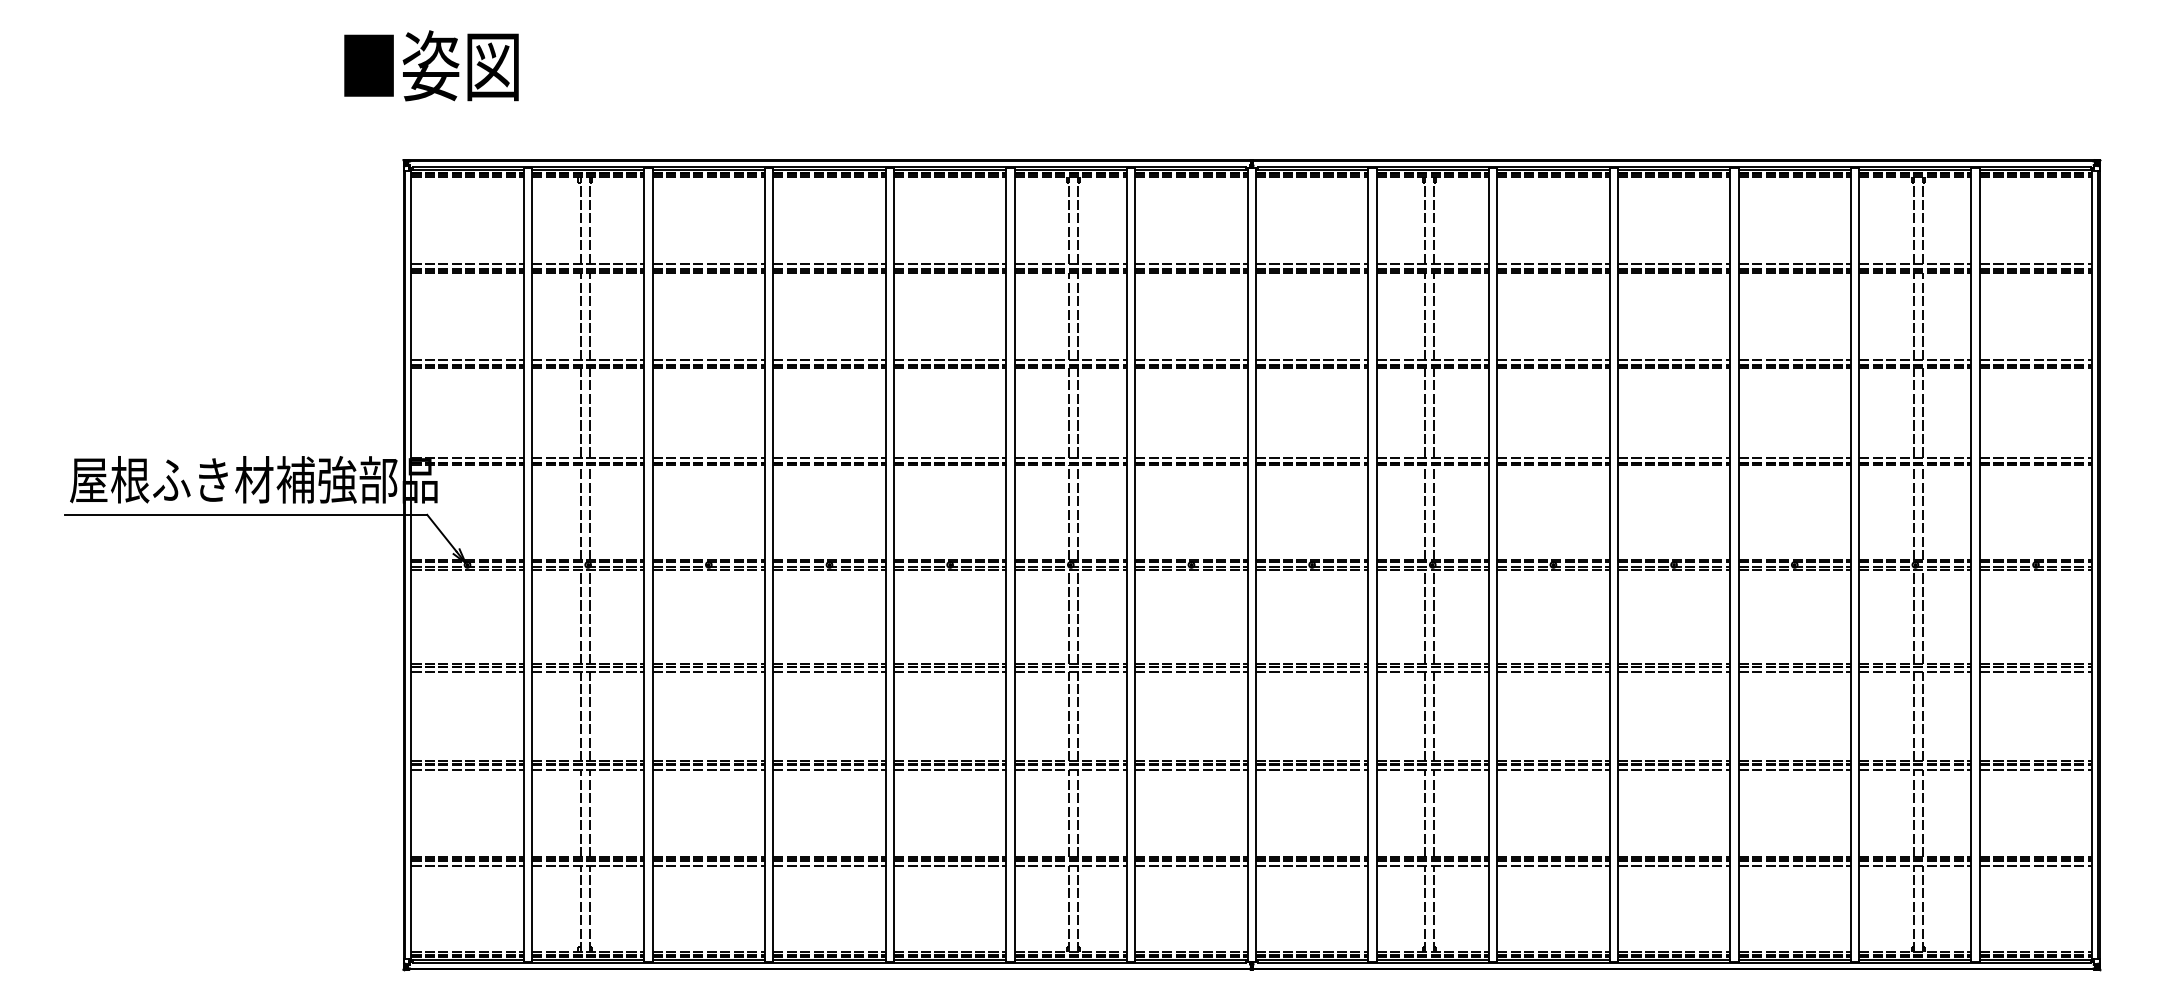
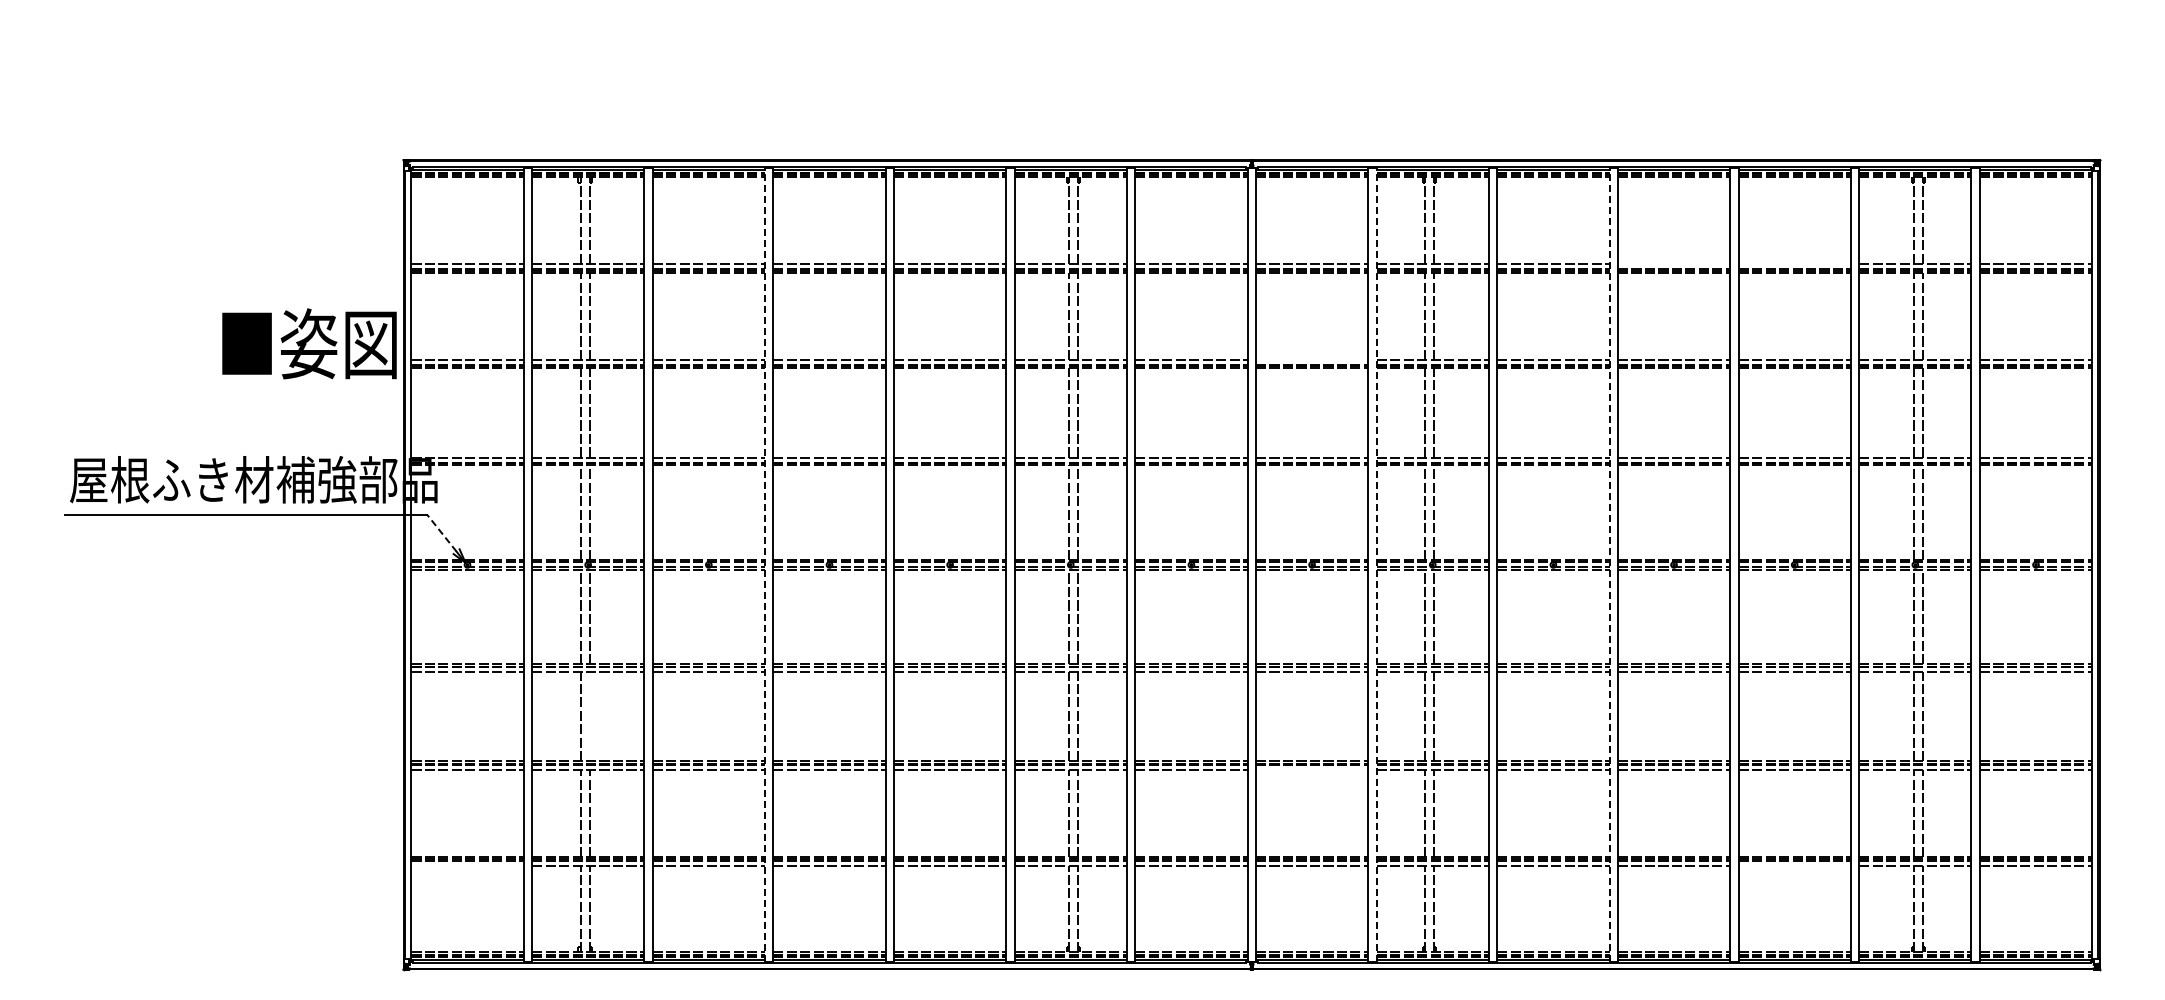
text at (431, 65) position: (431, 65) -> (309, 343)
line at (1673, 263): present -> none
line at (1794, 263): present -> none
line at (1311, 360): present -> none
line at (441, 533): solid -> dashed
line at (764, 564): solid -> dashed
line at (1376, 564): solid -> dashed
line at (1609, 564): solid -> dashed
line at (589, 716): present -> none
line at (1311, 769): present -> none
line at (467, 865): present -> none
line at (1794, 865): present -> none
